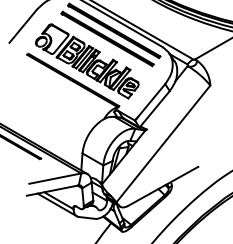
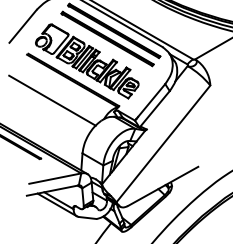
line at (52, 100): none -> present
